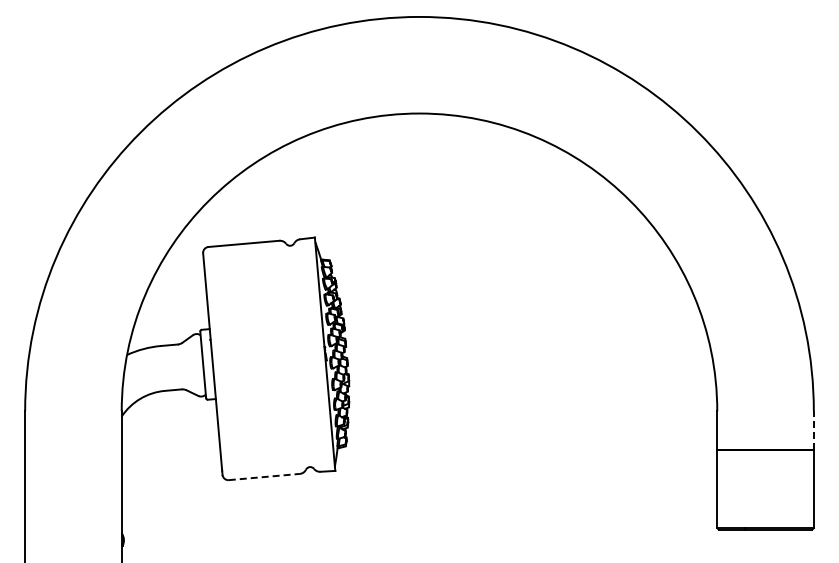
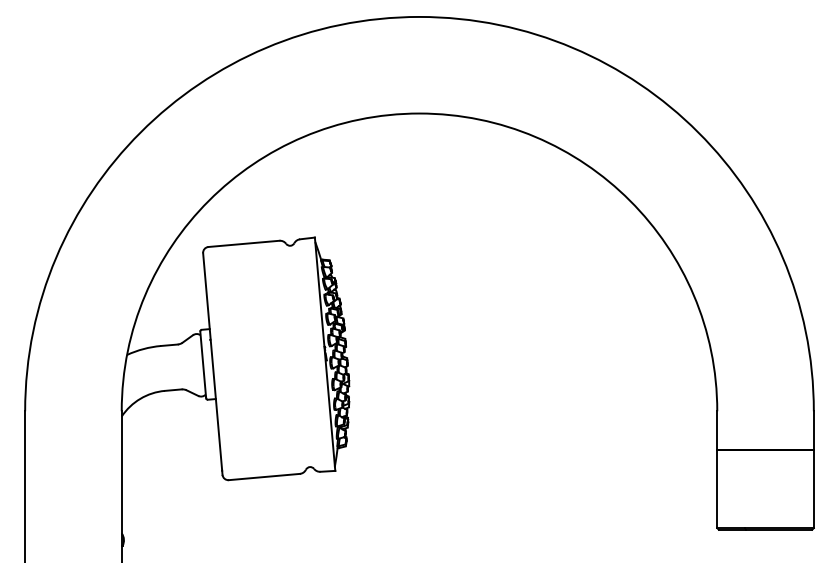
line at (813, 430): dashed -> solid
line at (264, 477): dashed -> solid
